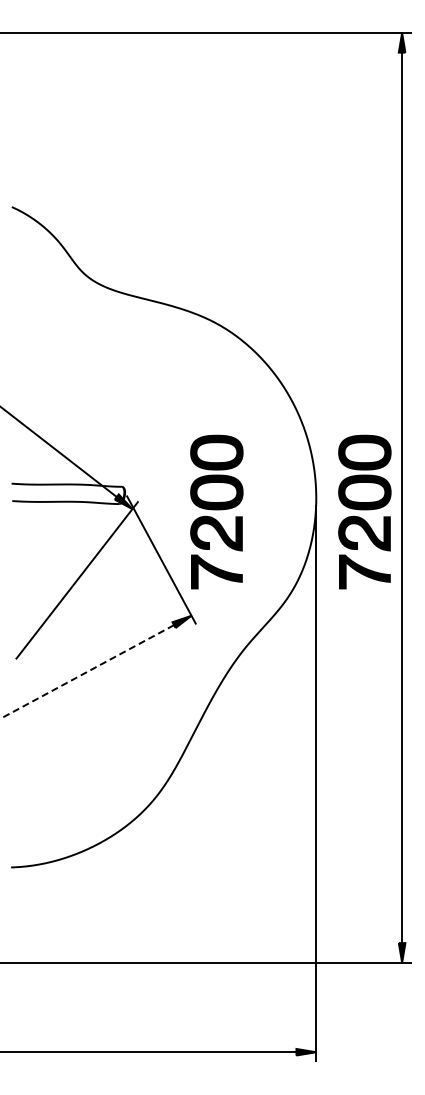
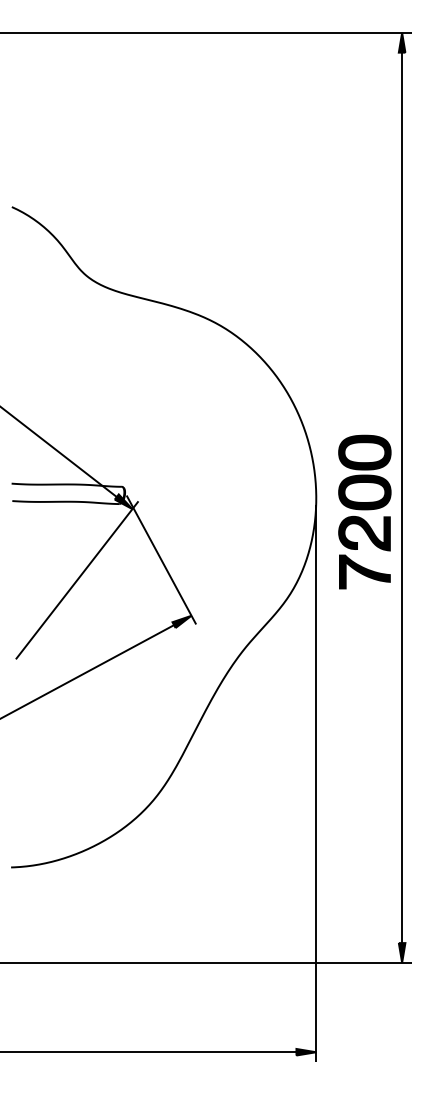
part at (216, 511): present -> none
line at (86, 672): dashed -> solid
